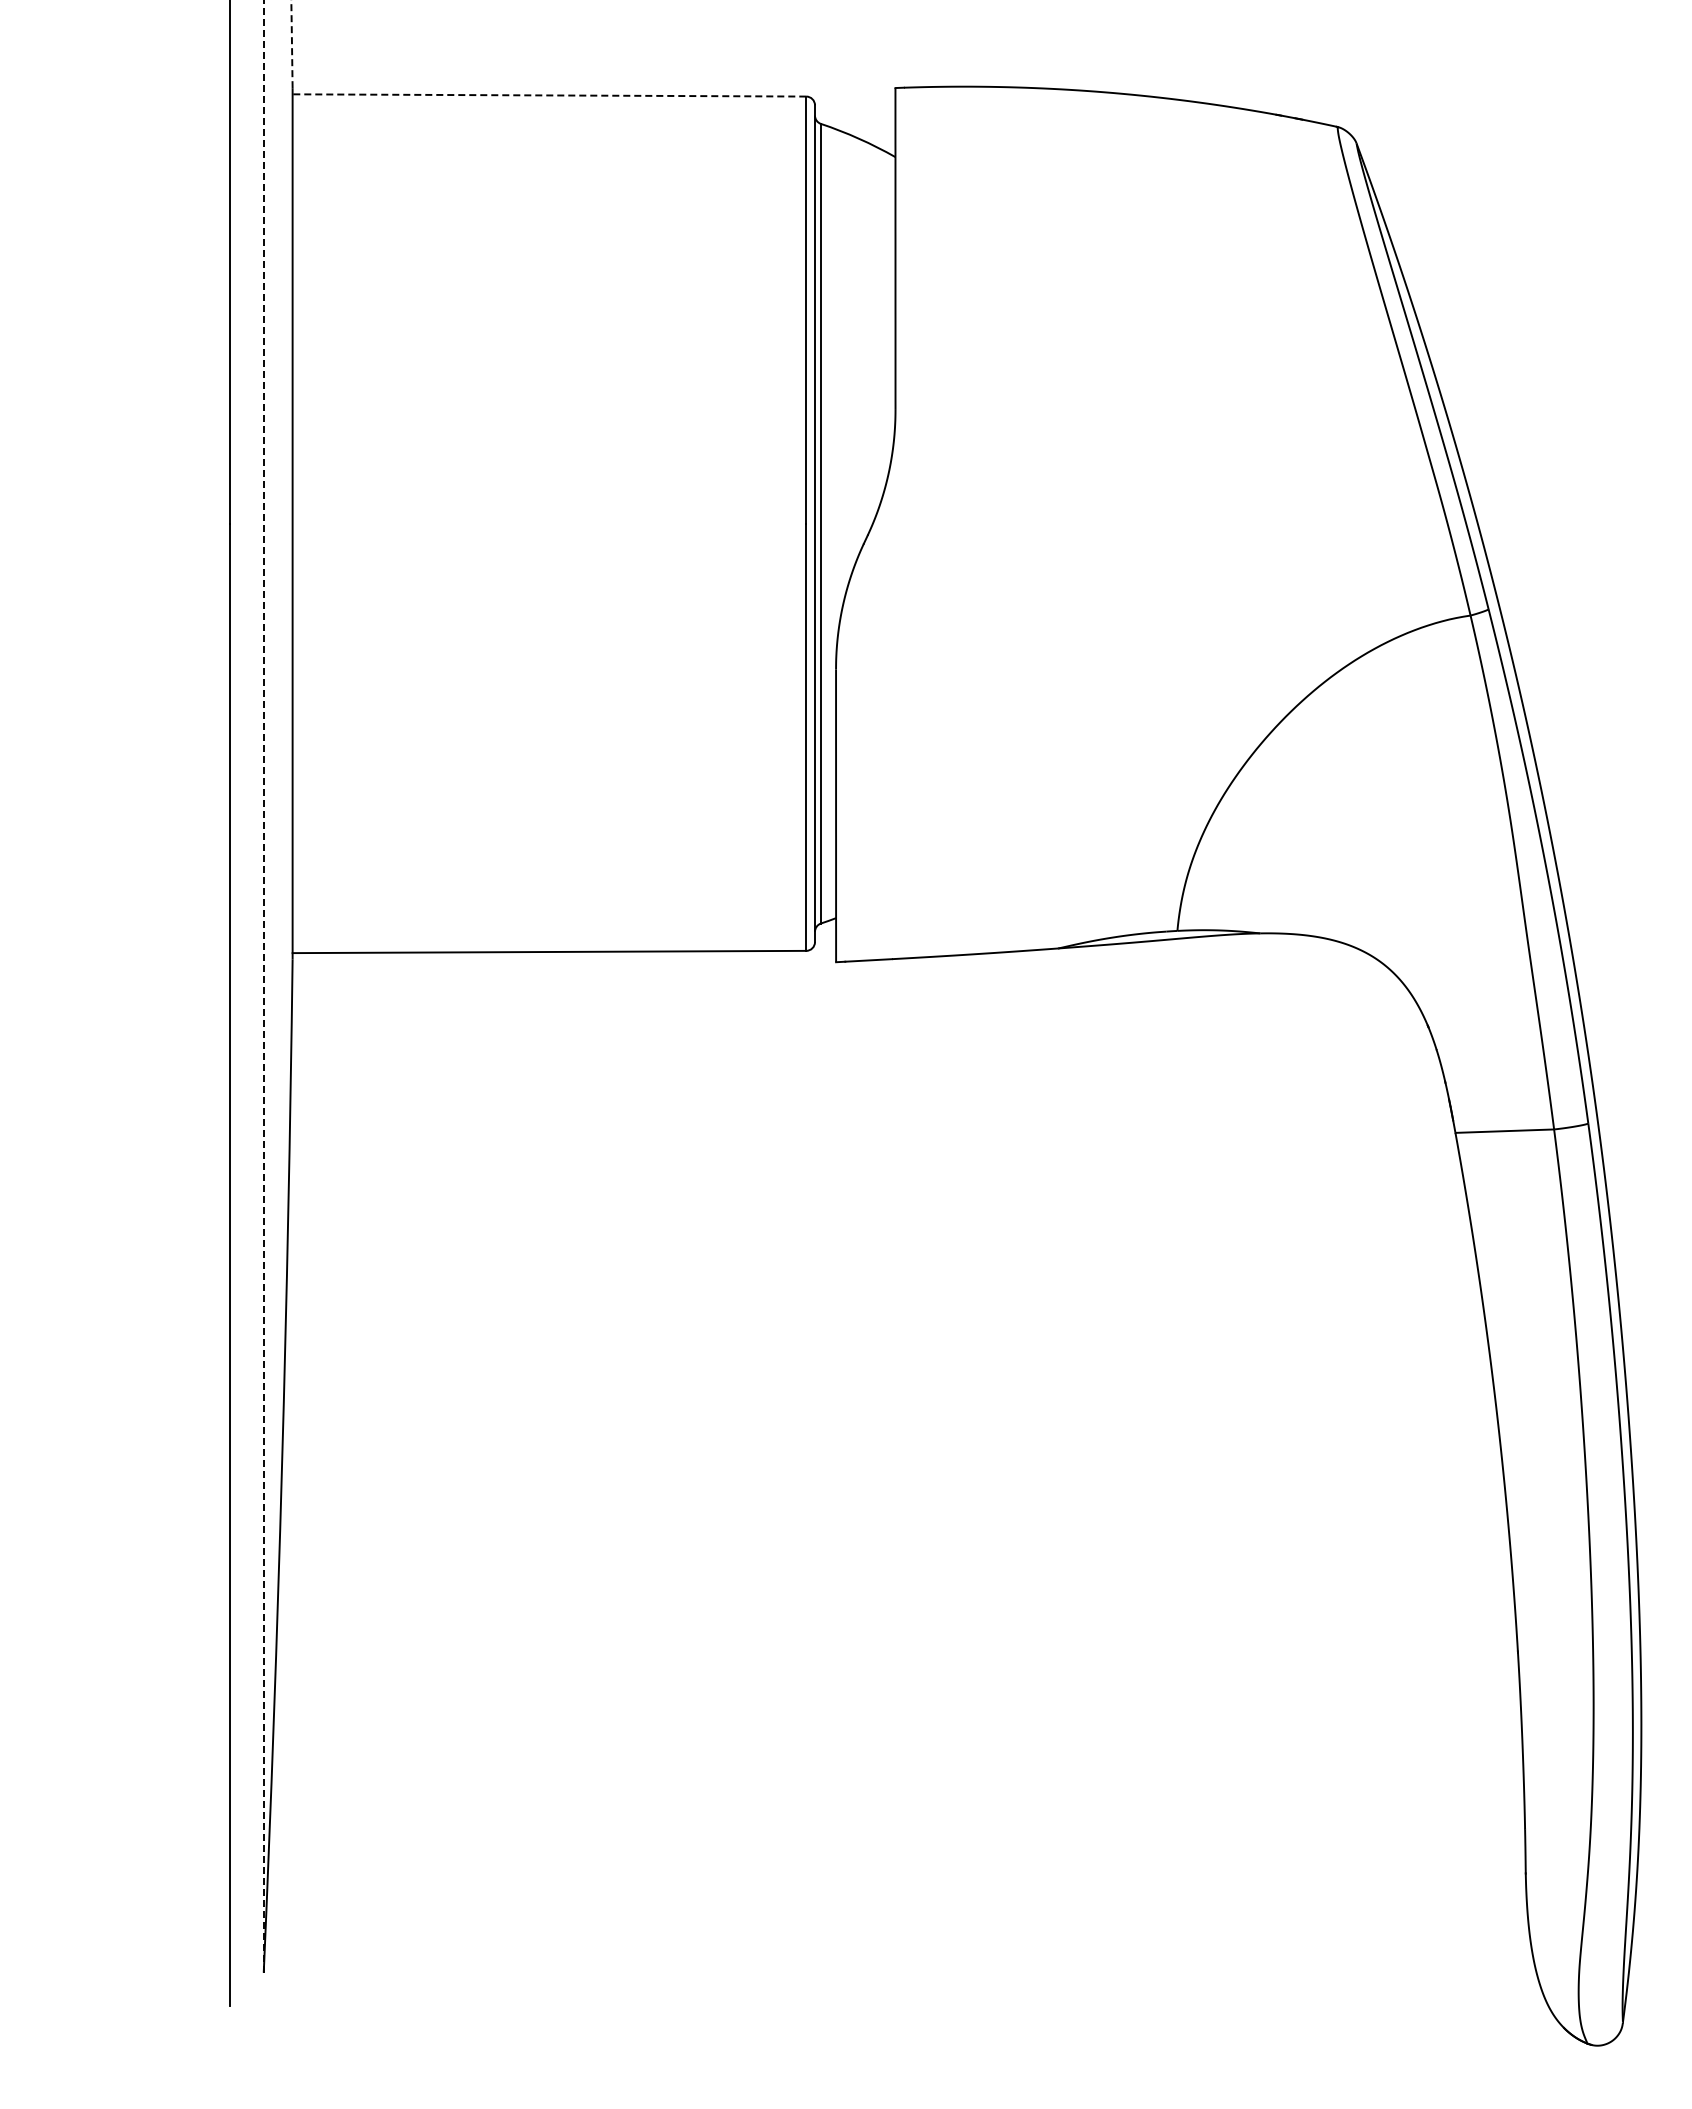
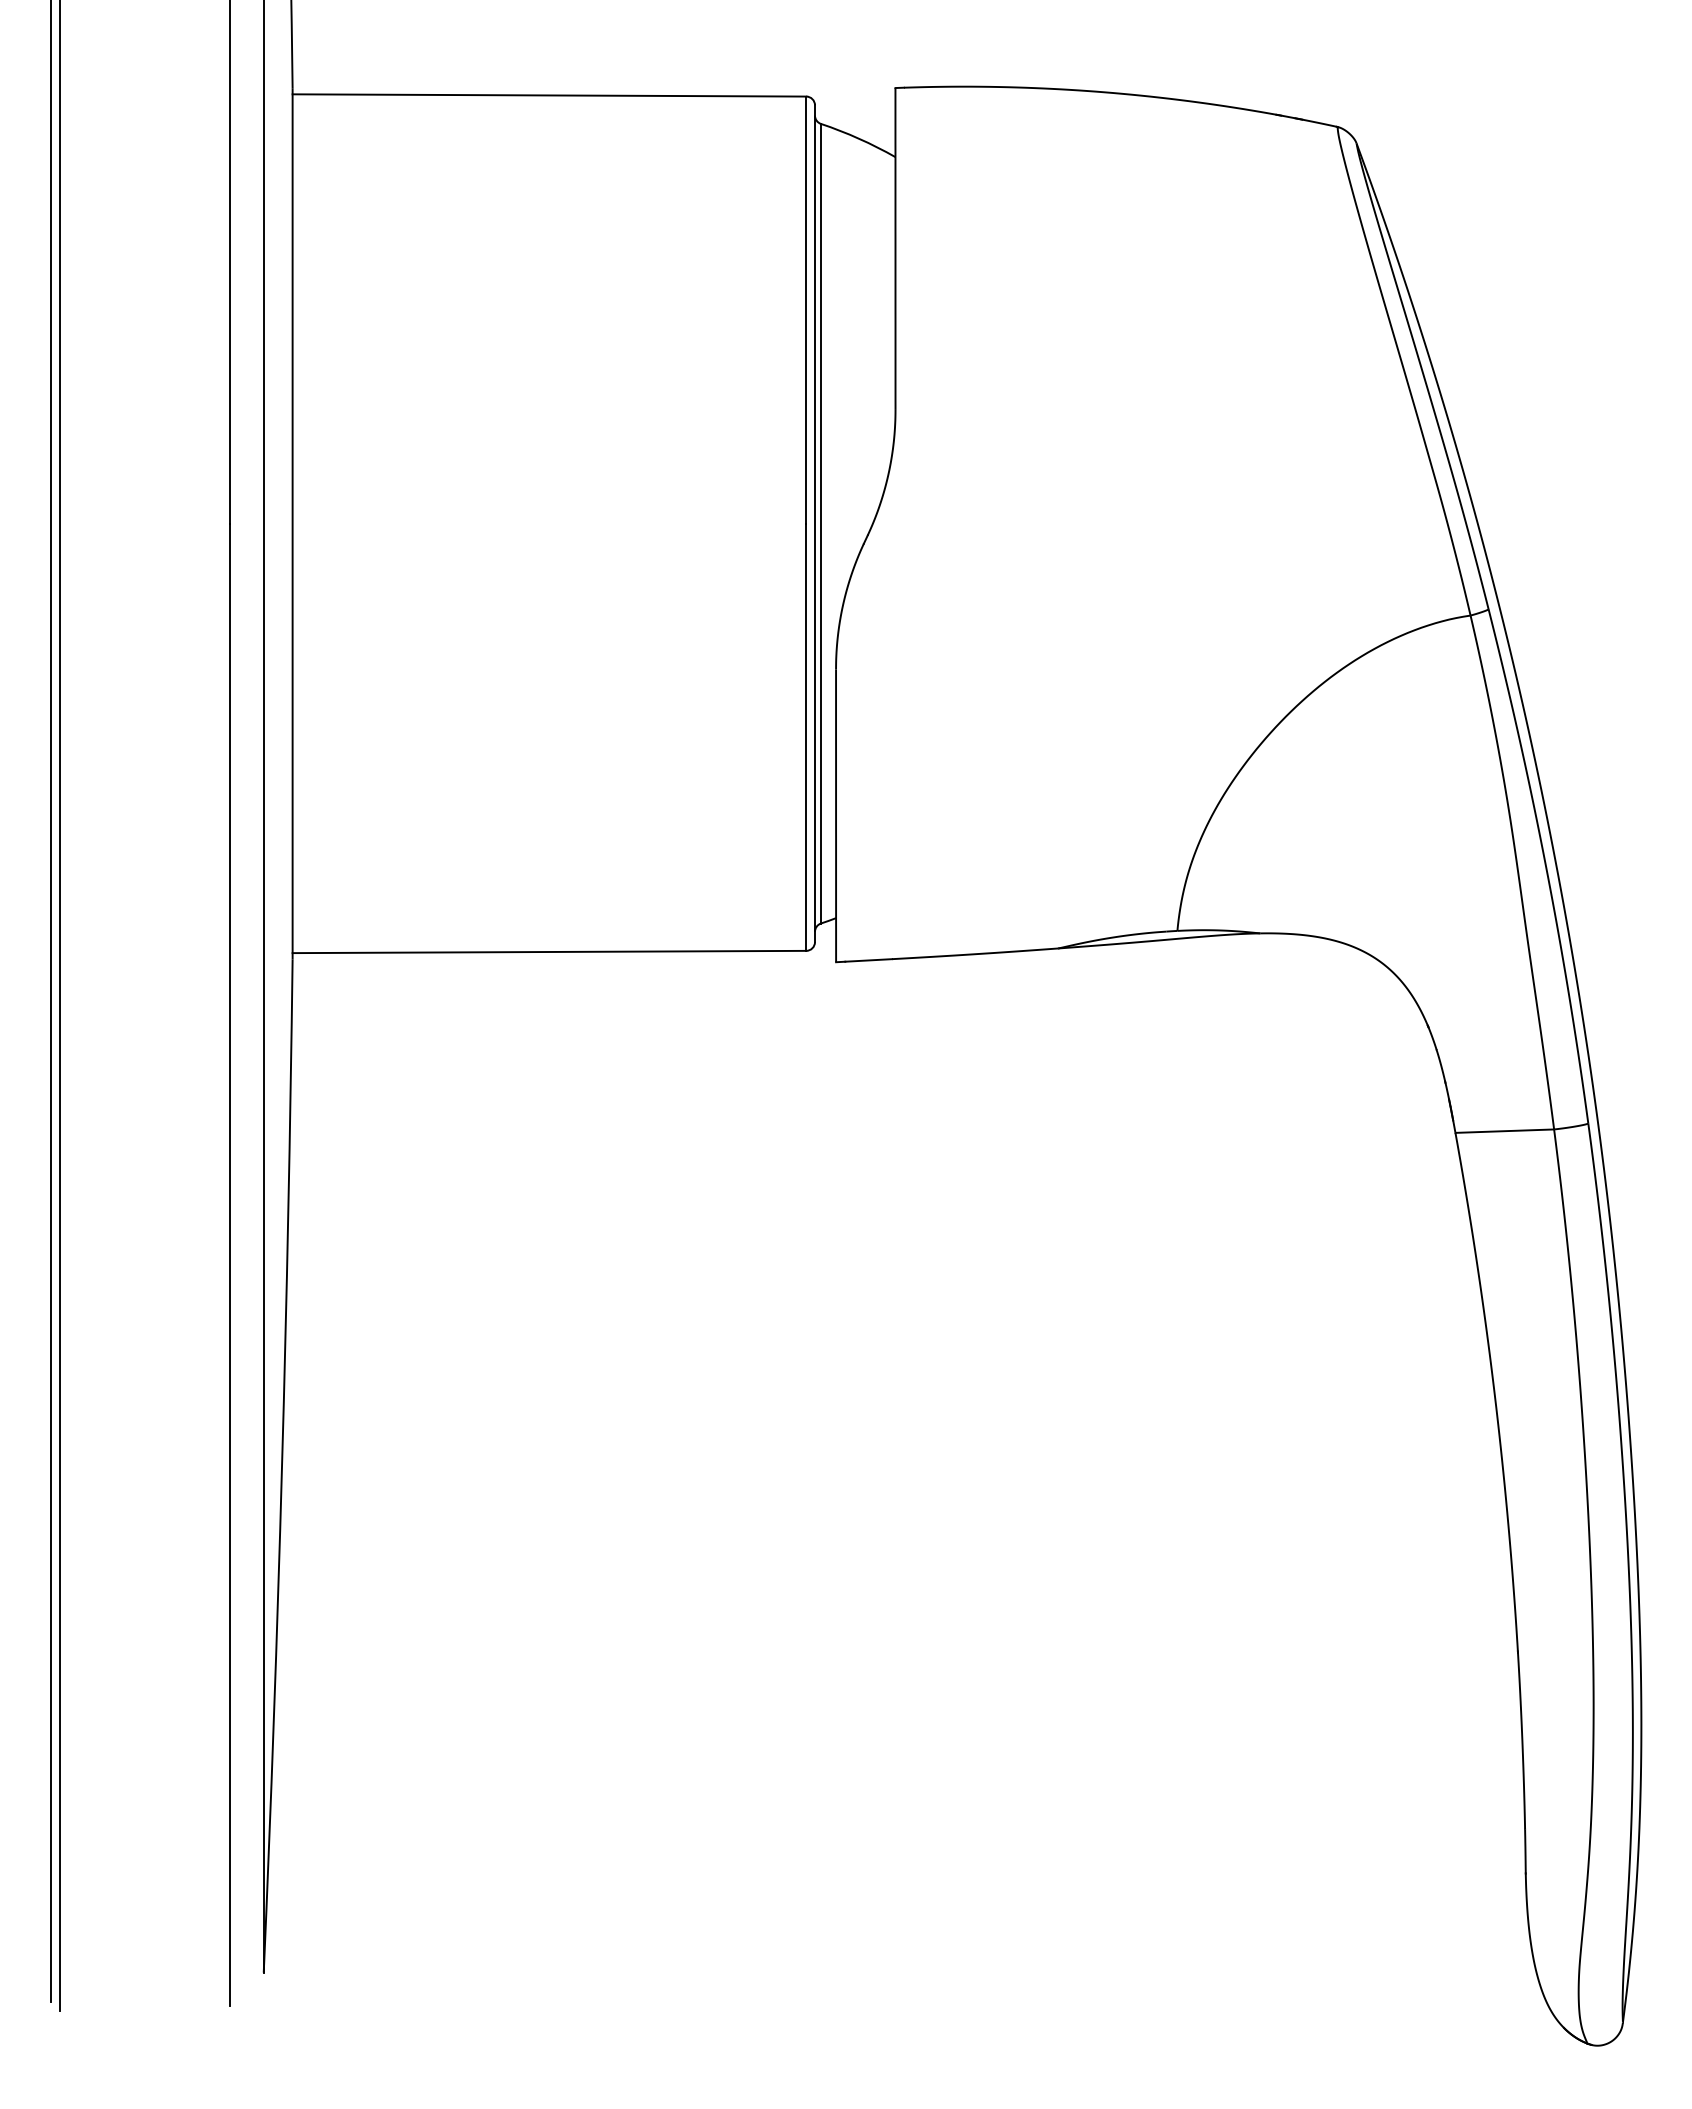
arc at (291, 44): dashed -> solid
line at (549, 95): dashed -> solid
line at (263, 986): dashed -> solid
line at (50, 1001): none -> present
line at (59, 1006): none -> present
